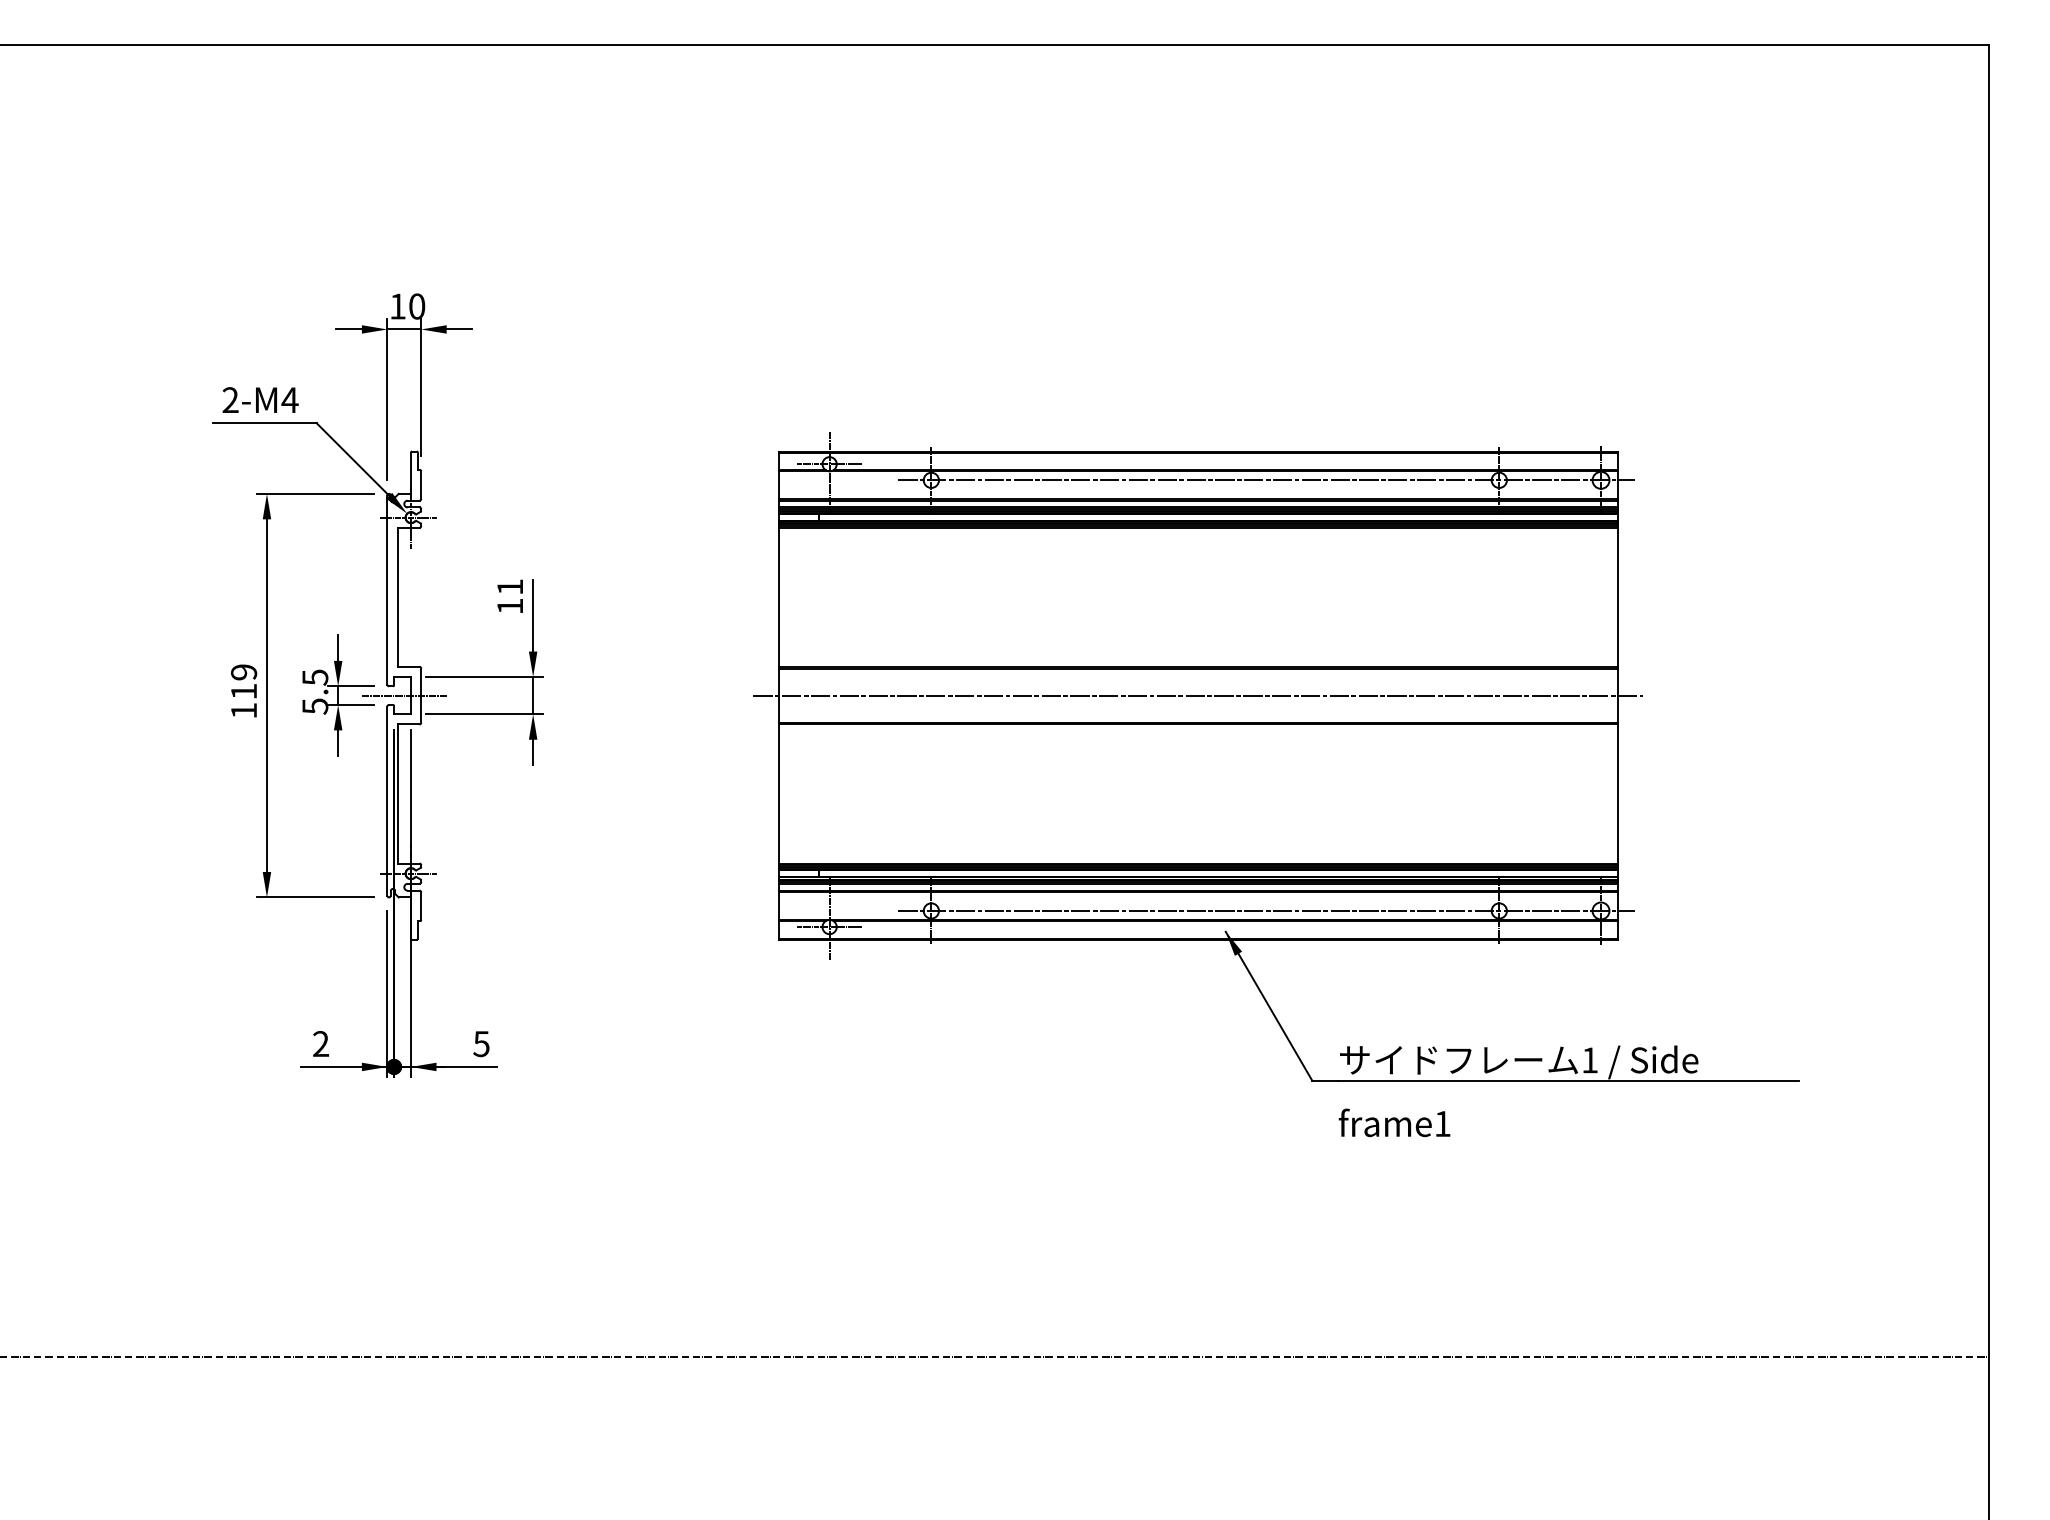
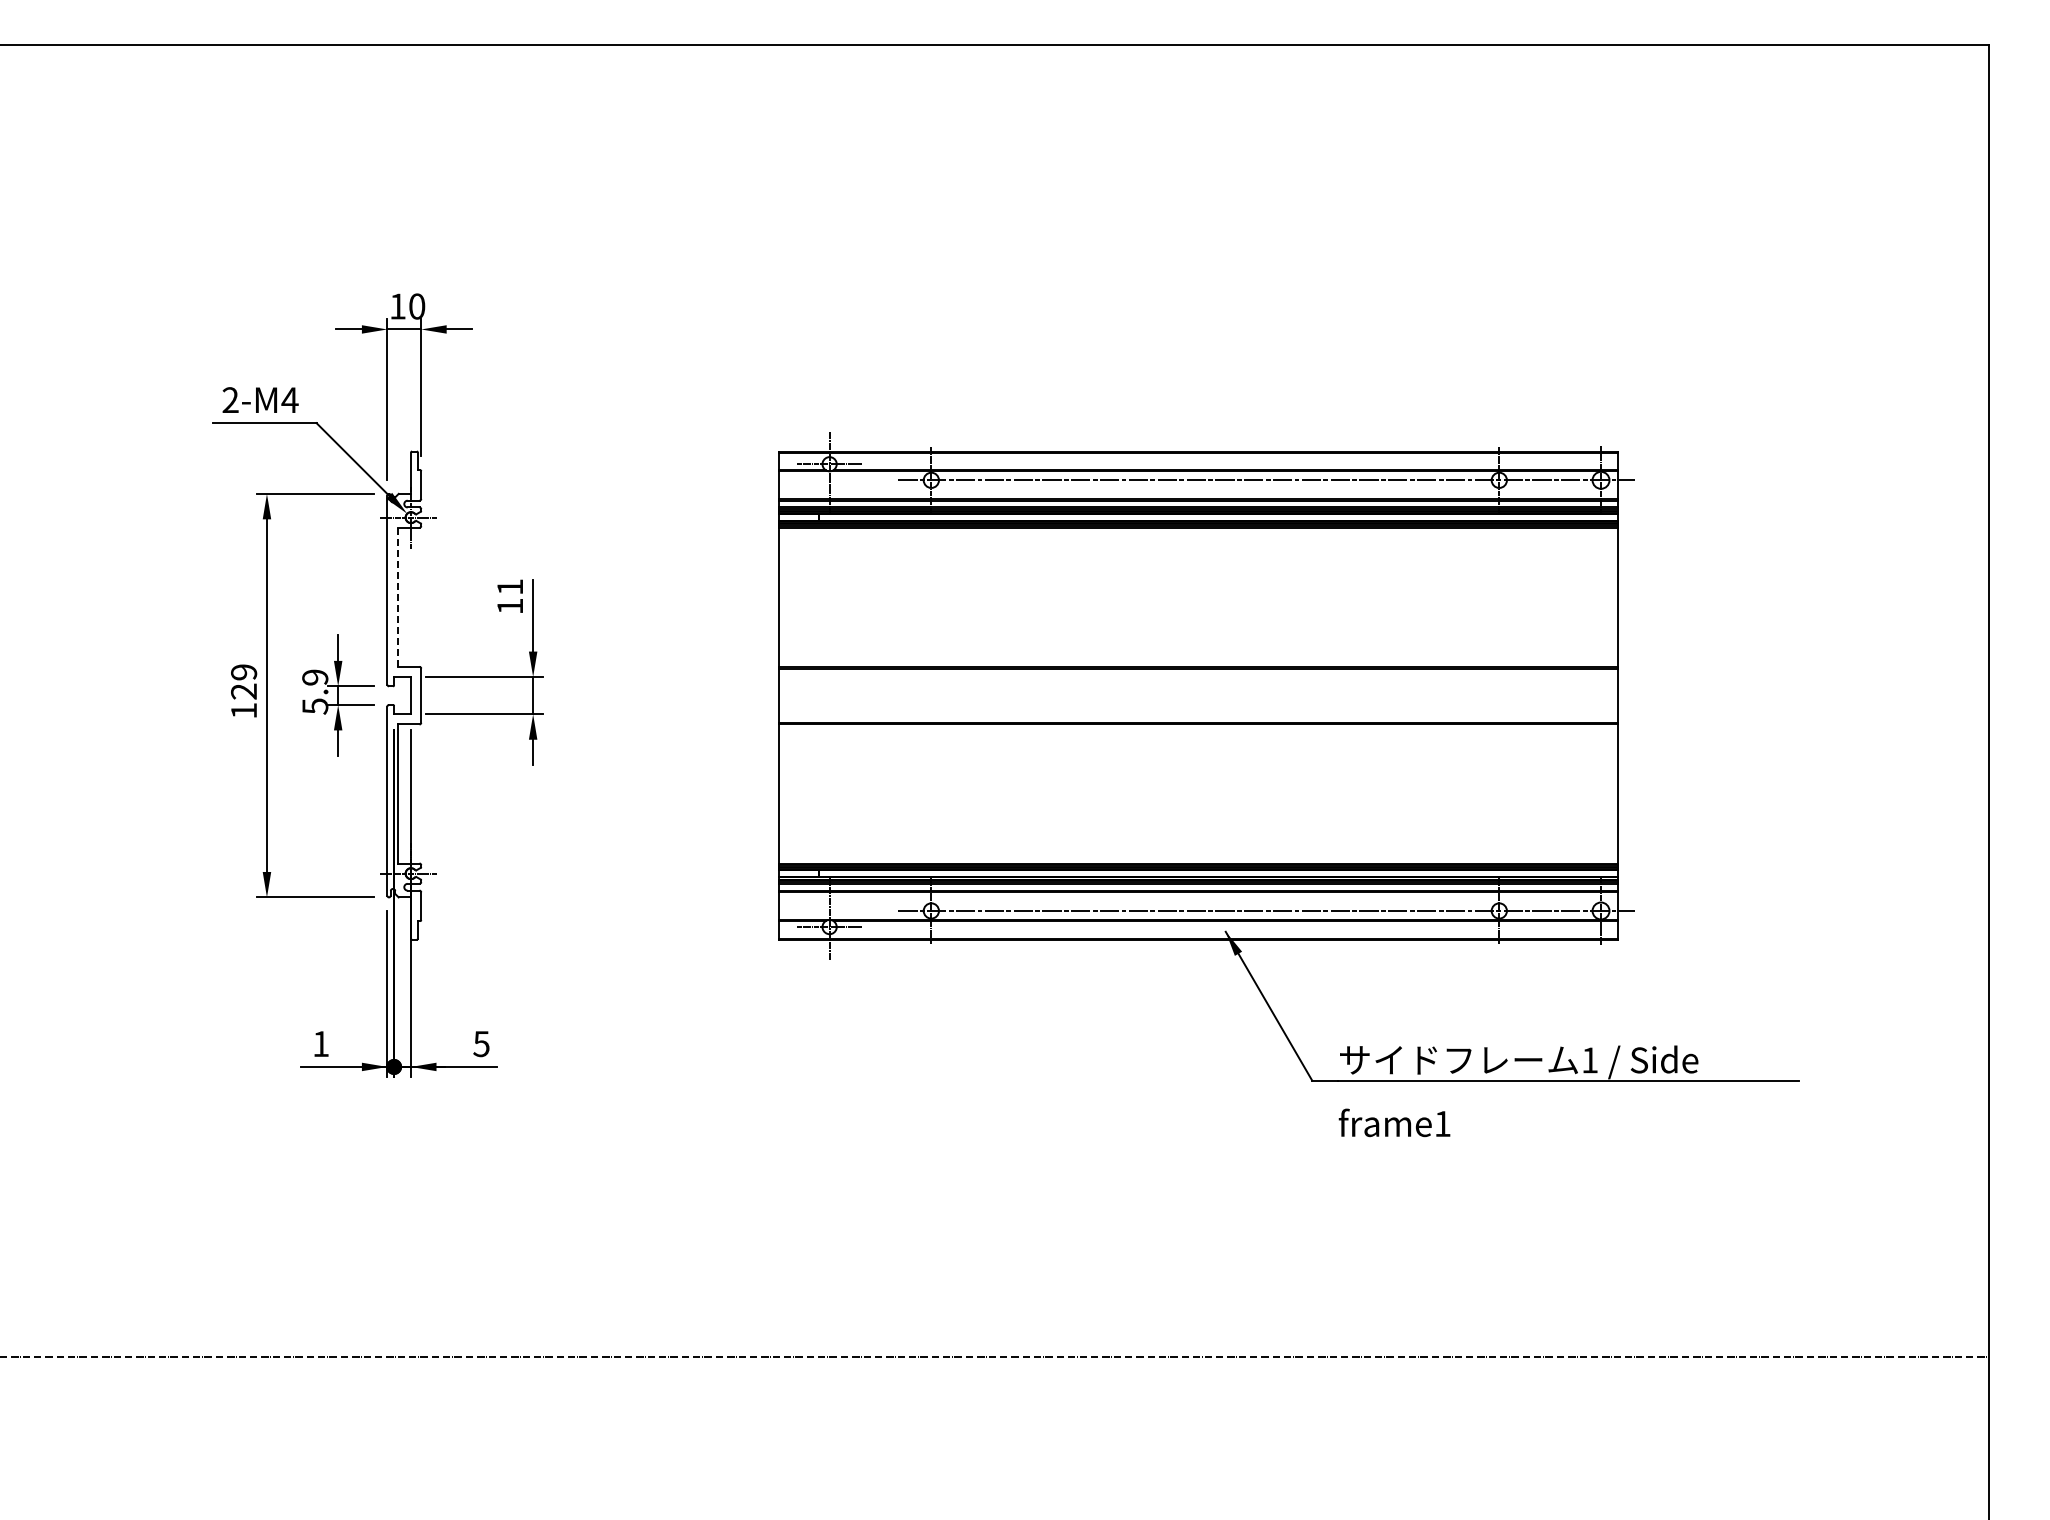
line at (397, 597): solid -> dashed
text at (315, 677): 5.5 -> 5.9
text at (243, 691): 119 -> 129
line at (403, 695): present -> none
line at (1198, 695): present -> none
text at (320, 1043): 2 -> 1
